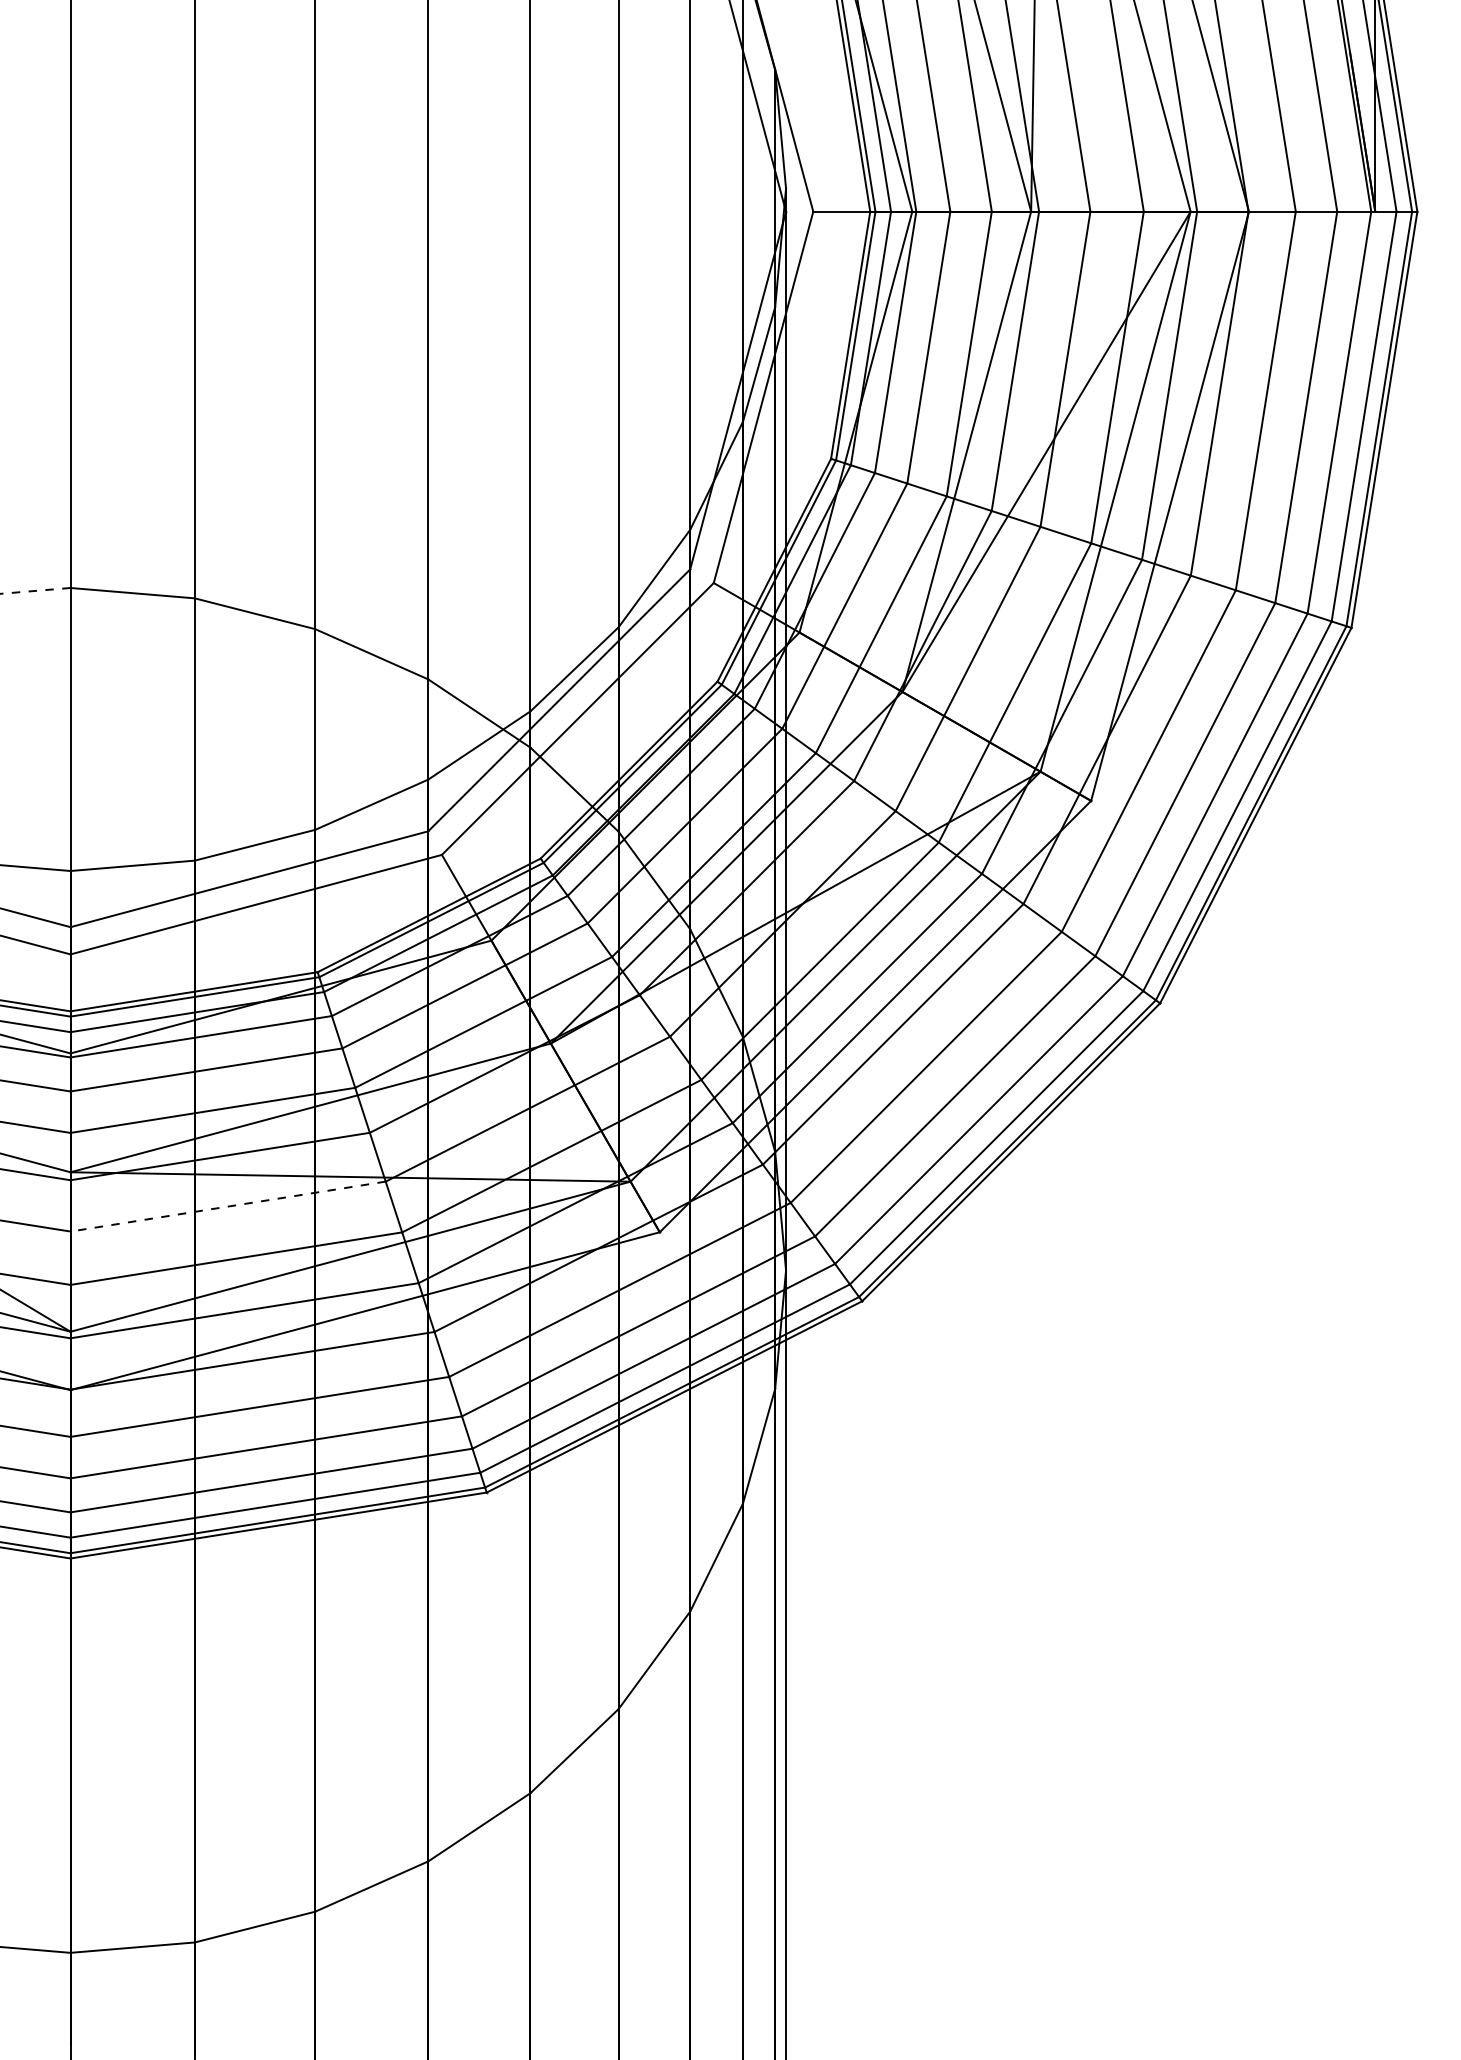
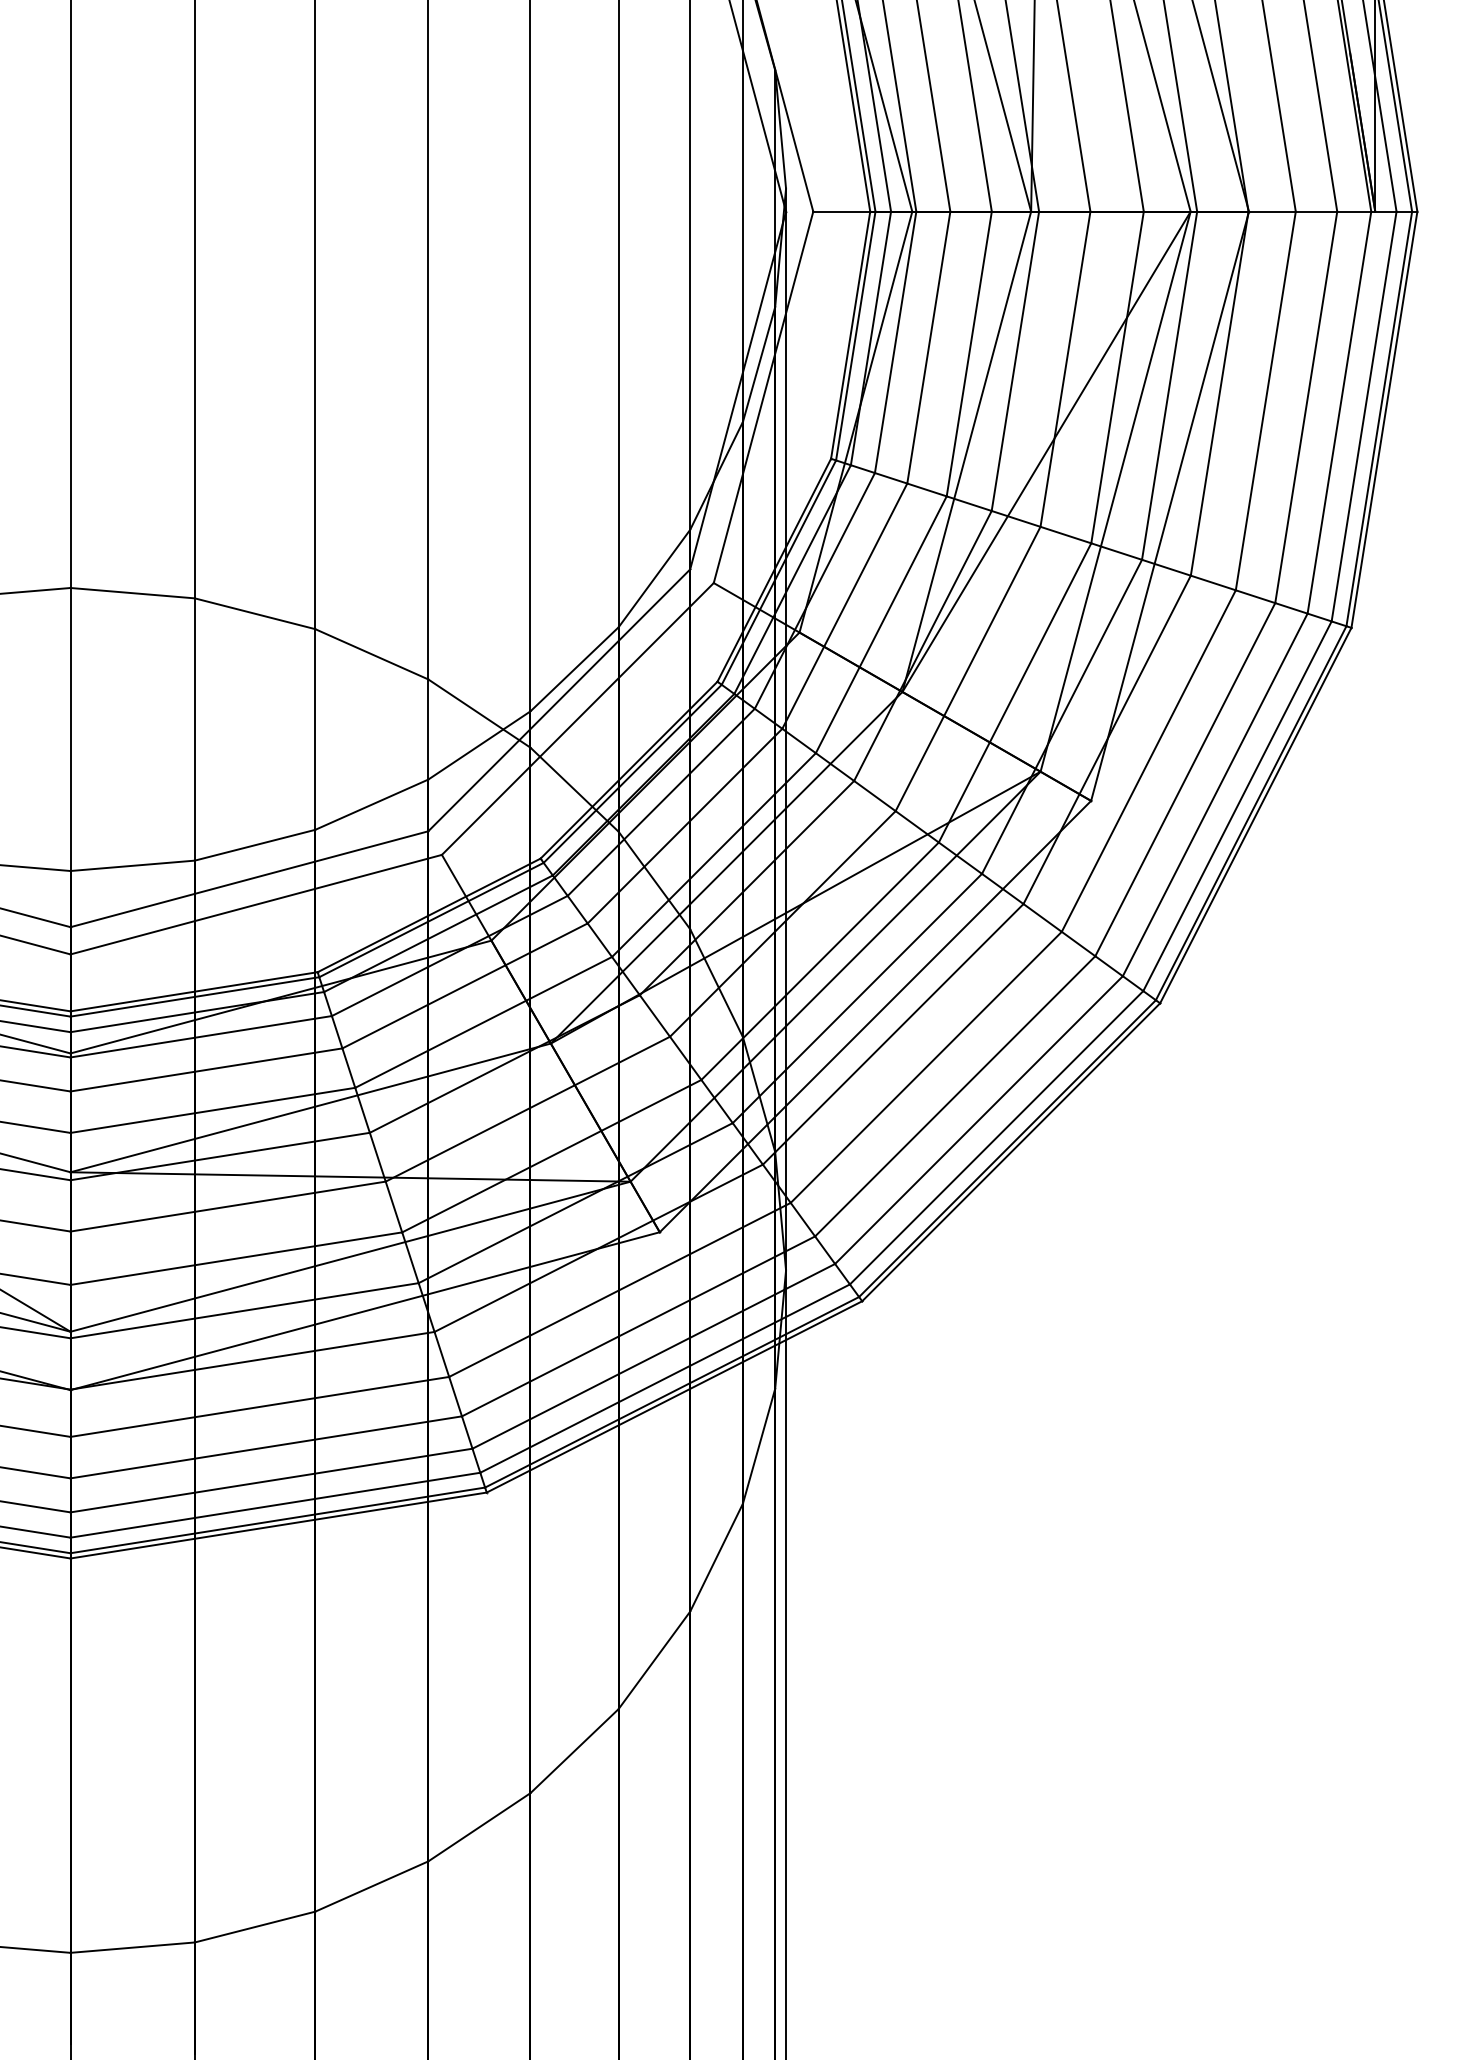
line at (35, 590): dashed -> solid
line at (228, 1206): dashed -> solid
